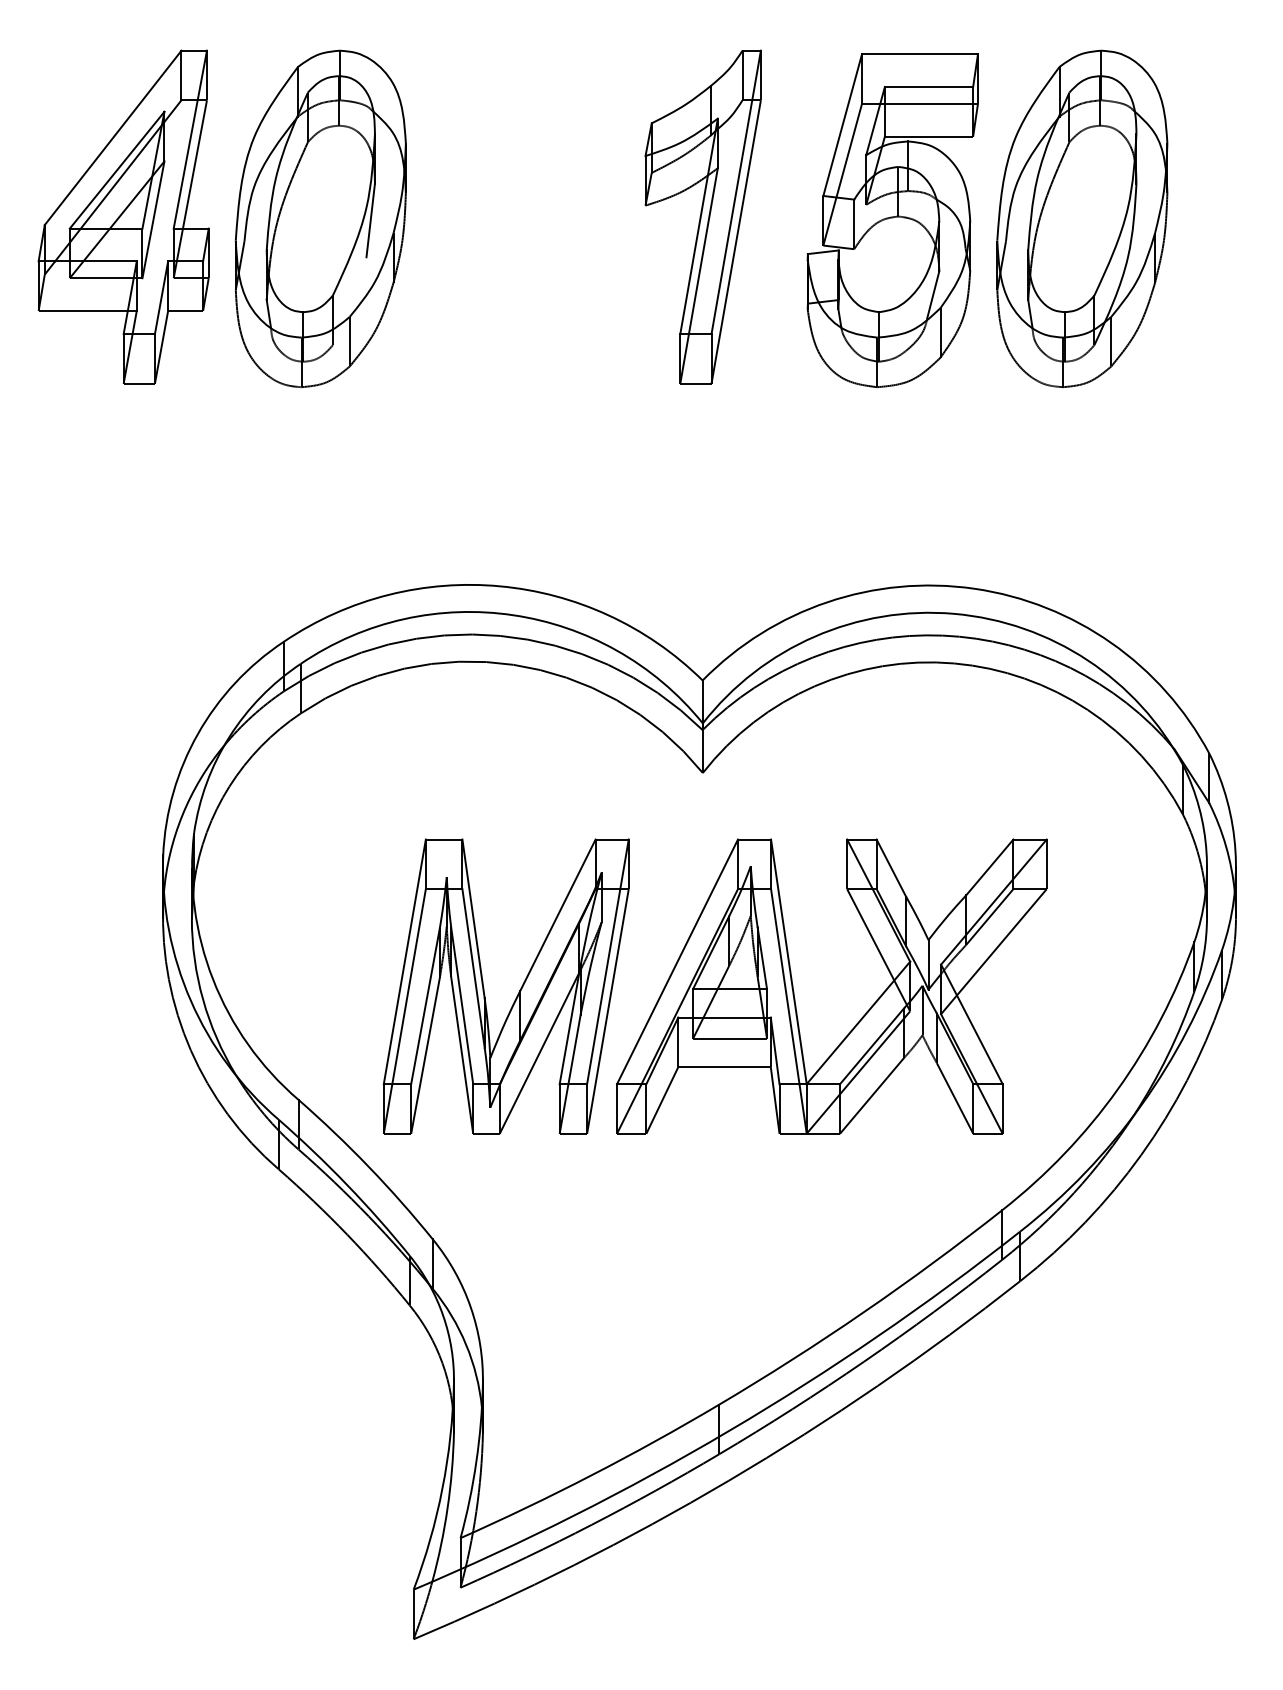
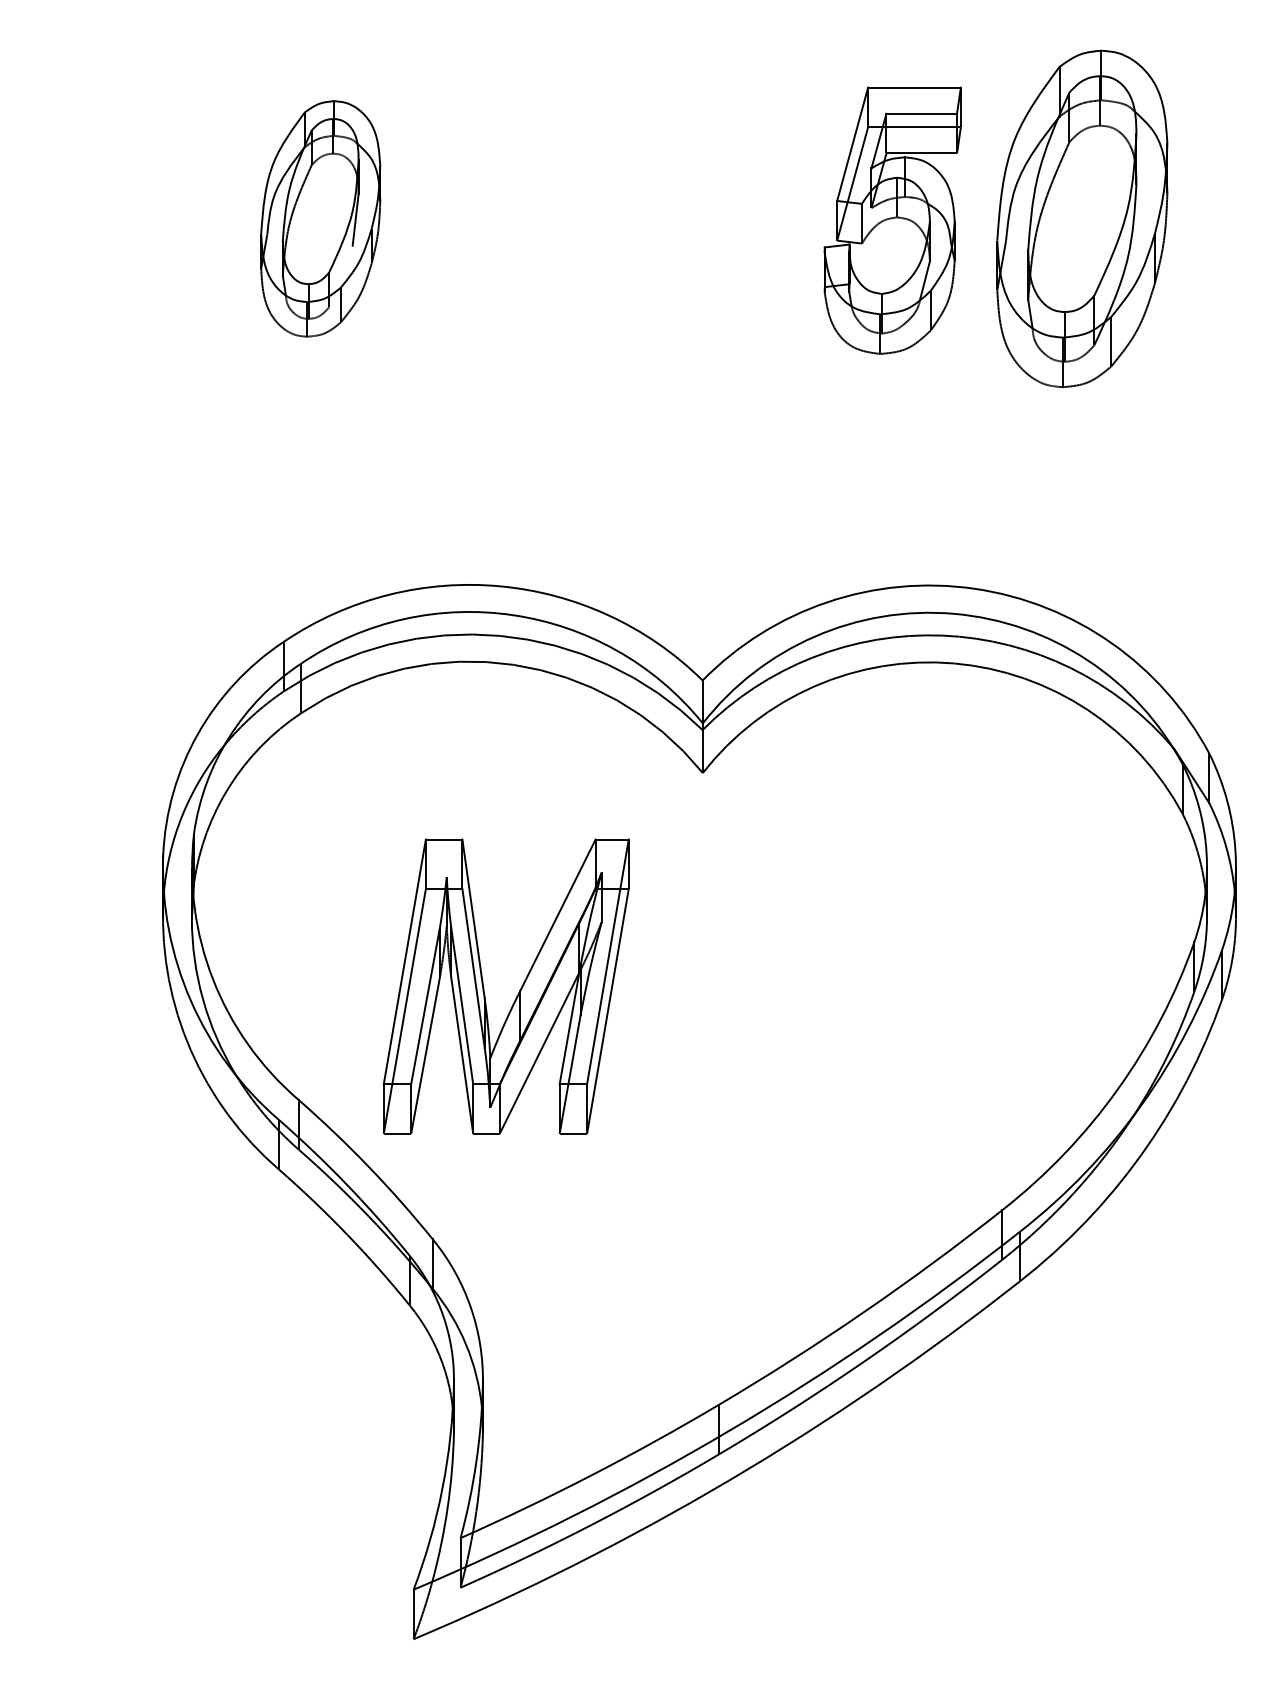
part at (123, 216): present -> none
part at (702, 216): present -> none
part at (320, 218) size: 173x340 px -> 122x238 px
part at (892, 220) size: 173x336 px -> 139x269 px
part at (794, 991): present -> none
